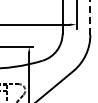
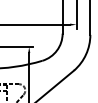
line at (90, 17): dashed -> solid
